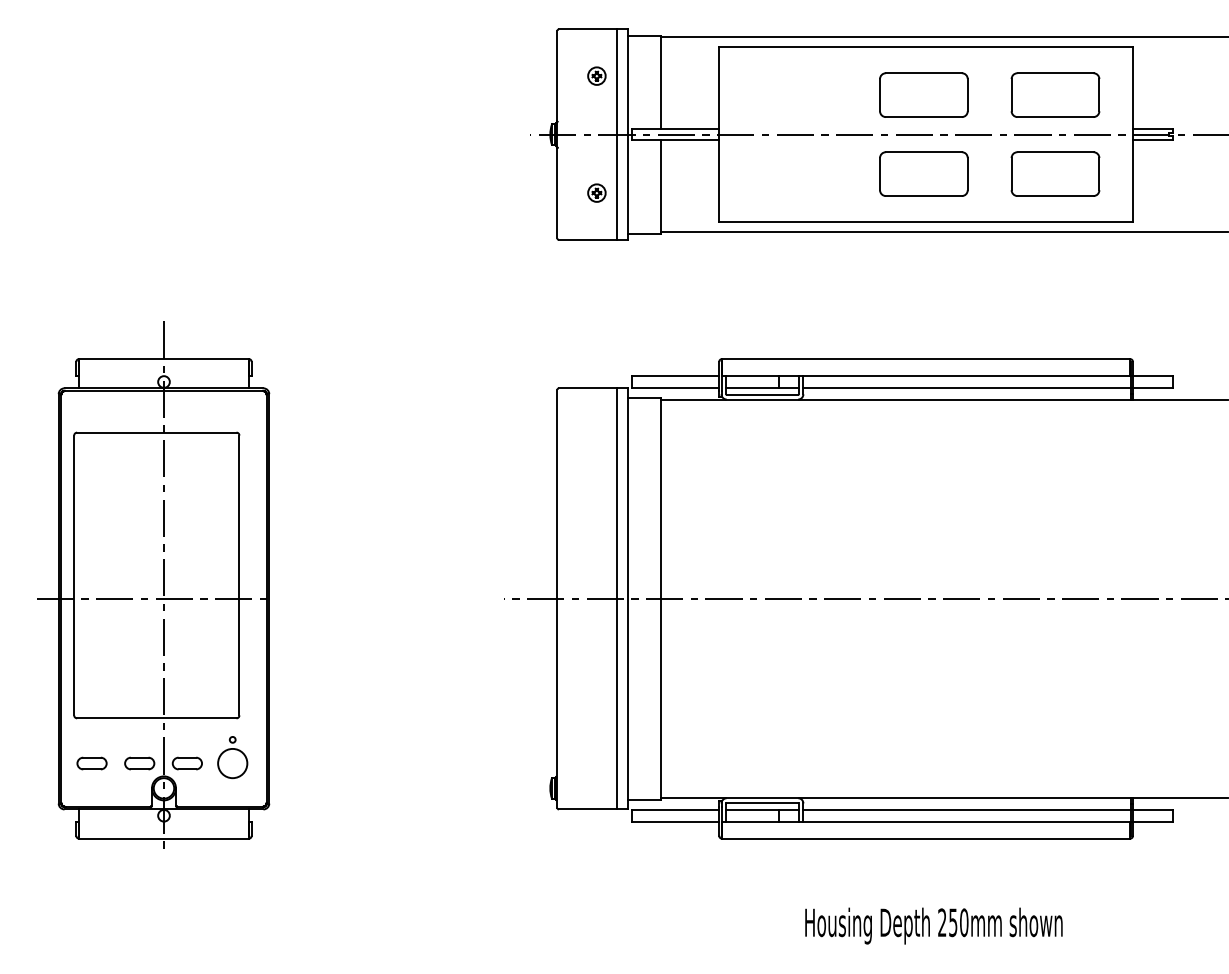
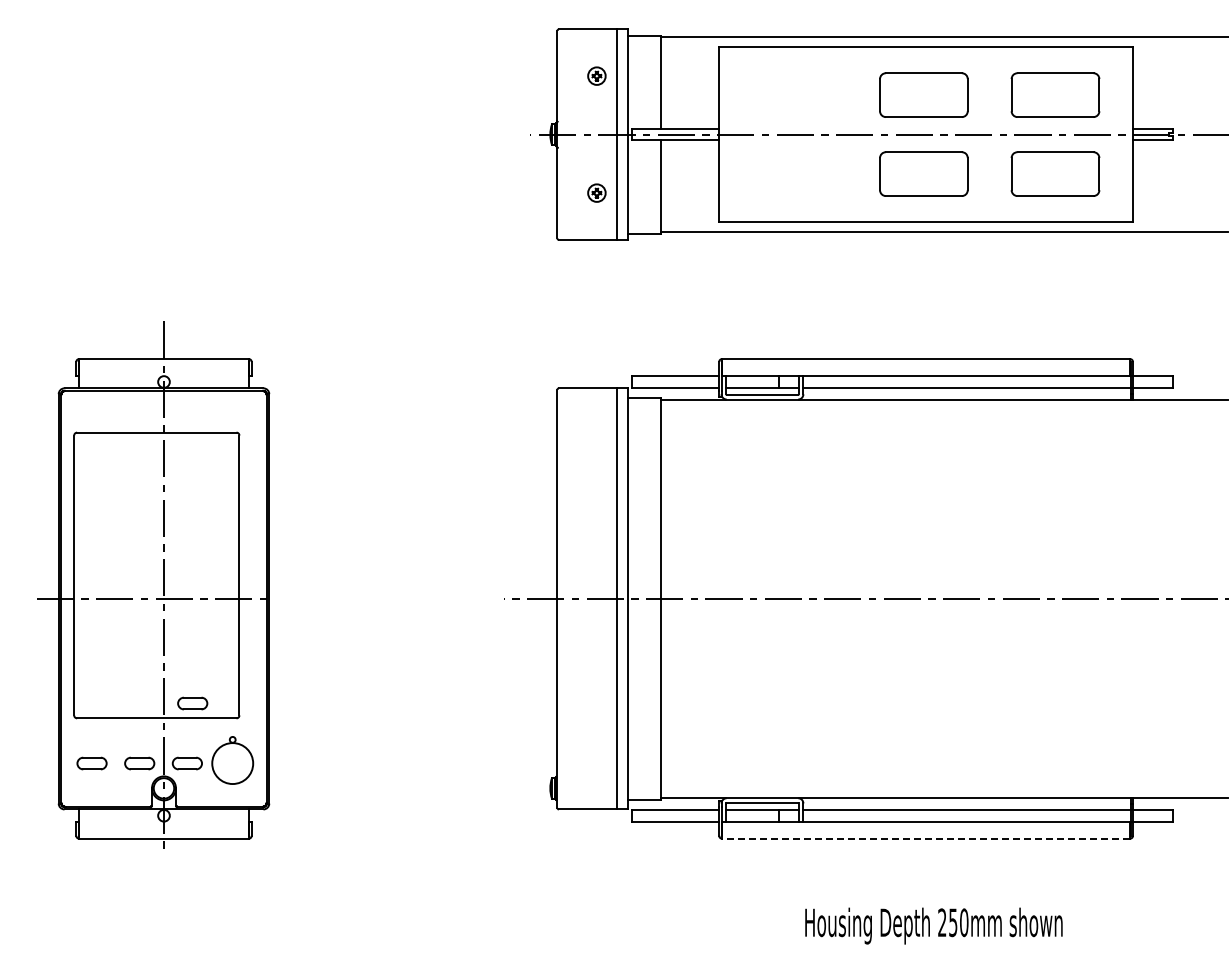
part at (192, 703): none -> present
circle at (232, 763) diameter: 29 px -> 41 px
line at (926, 838): solid -> dashed
